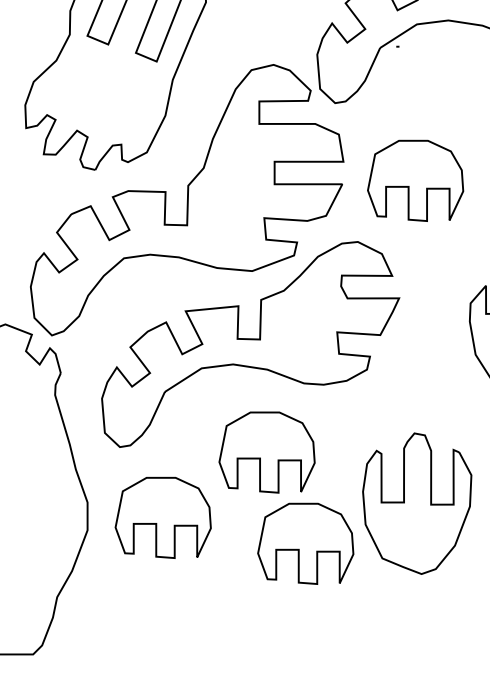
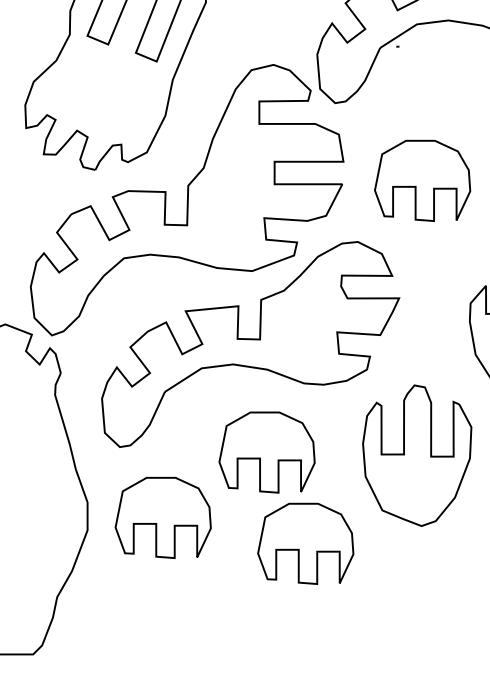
part at (415, 180) position: (415, 180) -> (422, 180)
part at (417, 503) position: (417, 503) -> (417, 455)
